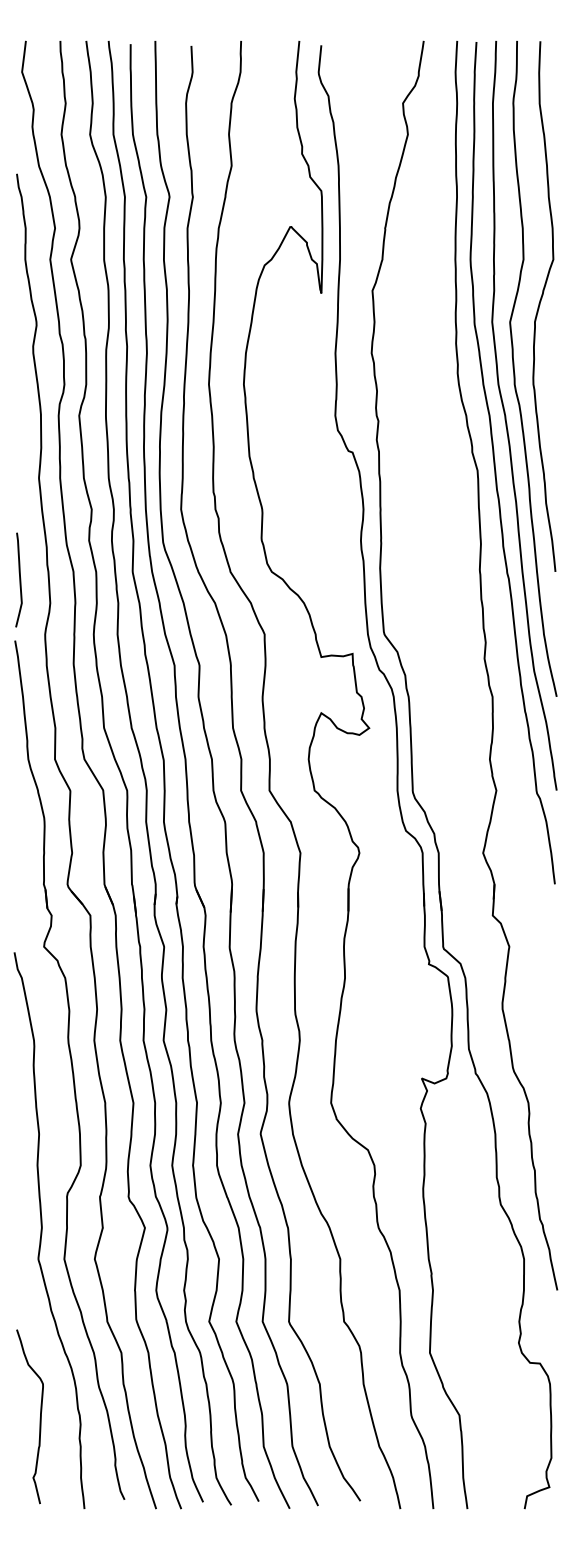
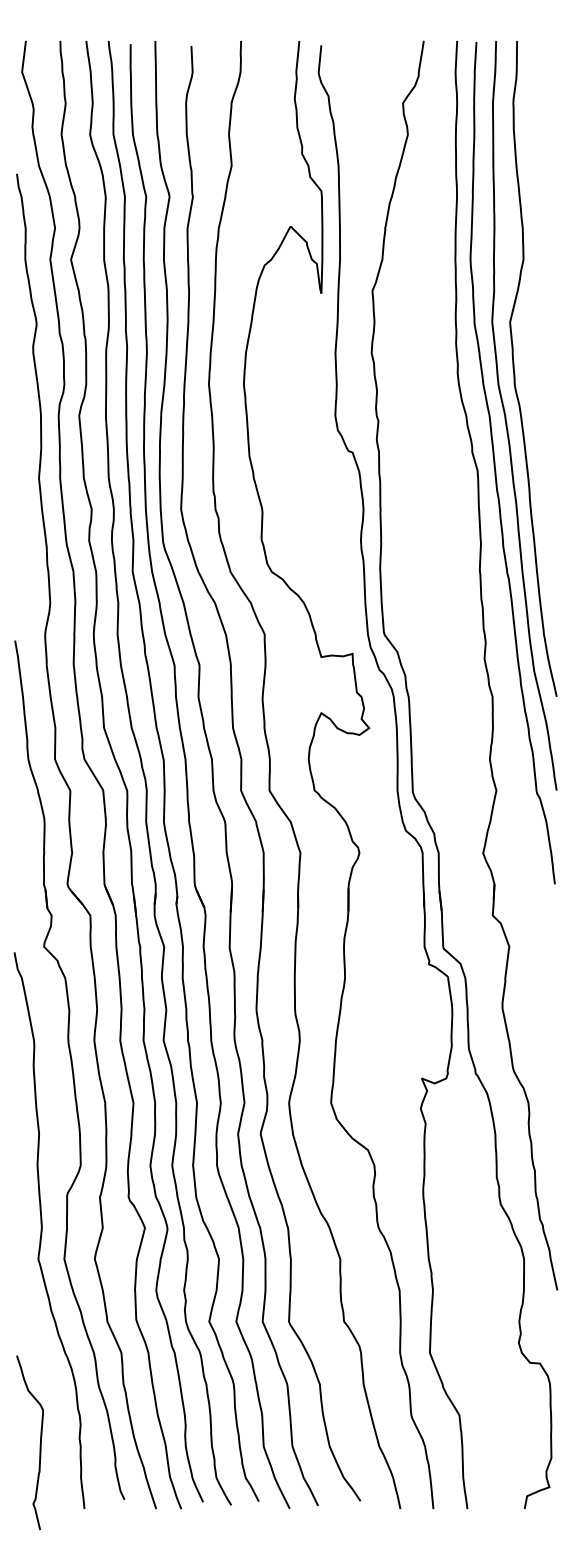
curve at (540, 305): present -> none
curve at (19, 579): present -> none
curve at (39, 1418) position: (39, 1418) -> (39, 1444)
